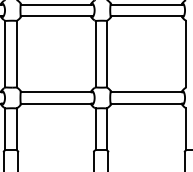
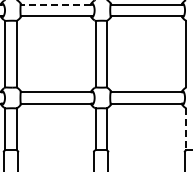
line at (56, 4): solid -> dashed
line at (186, 129): solid -> dashed
